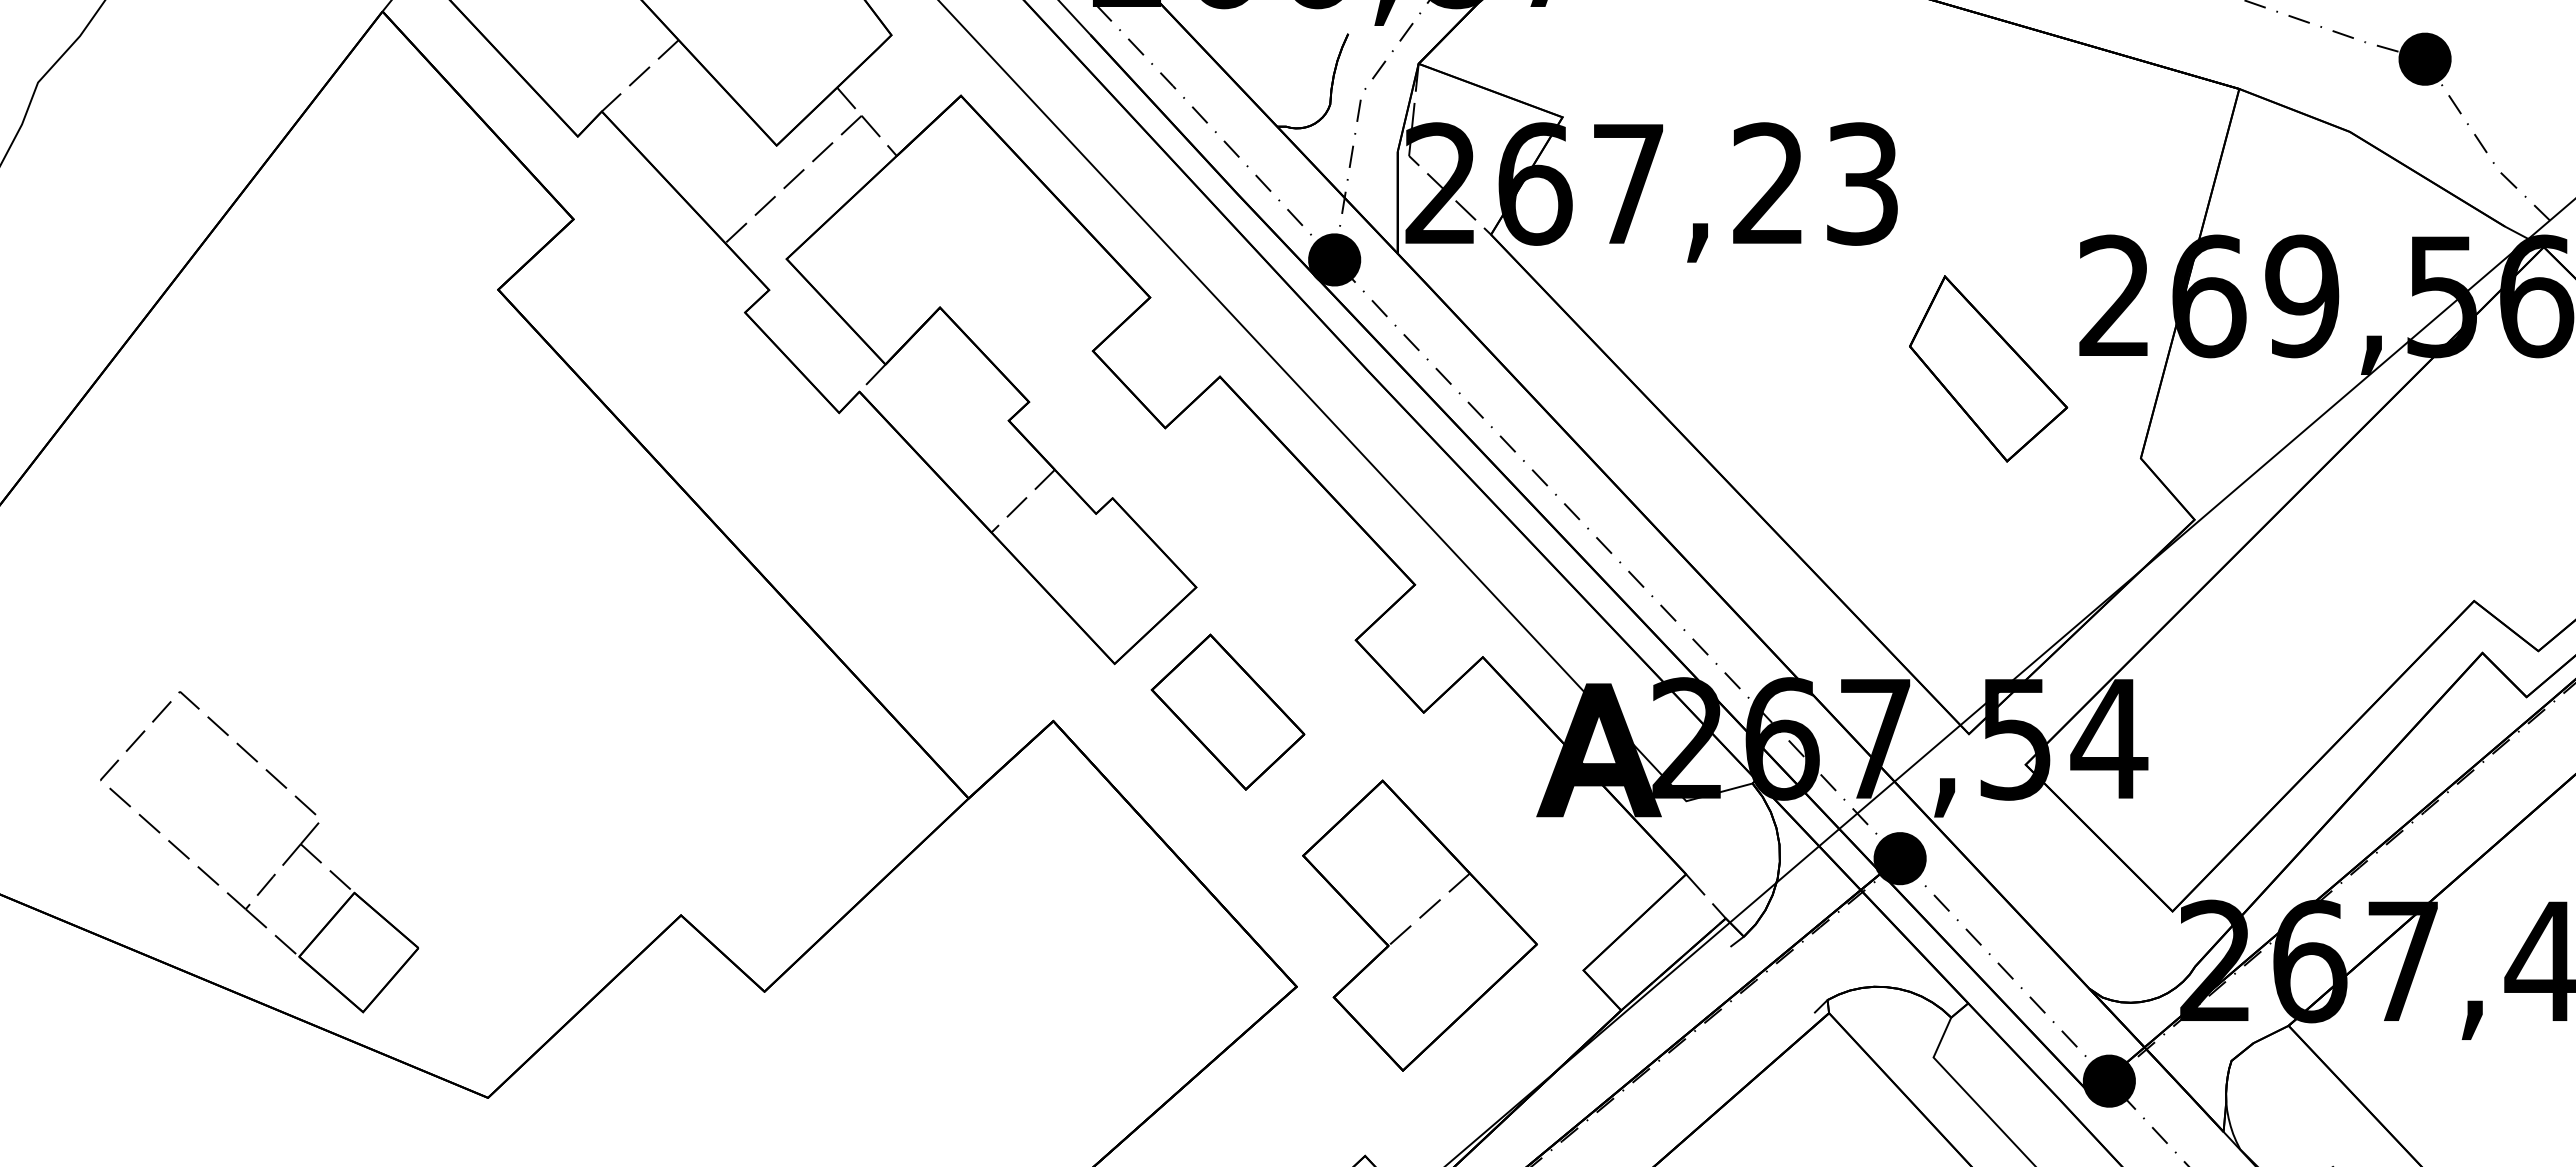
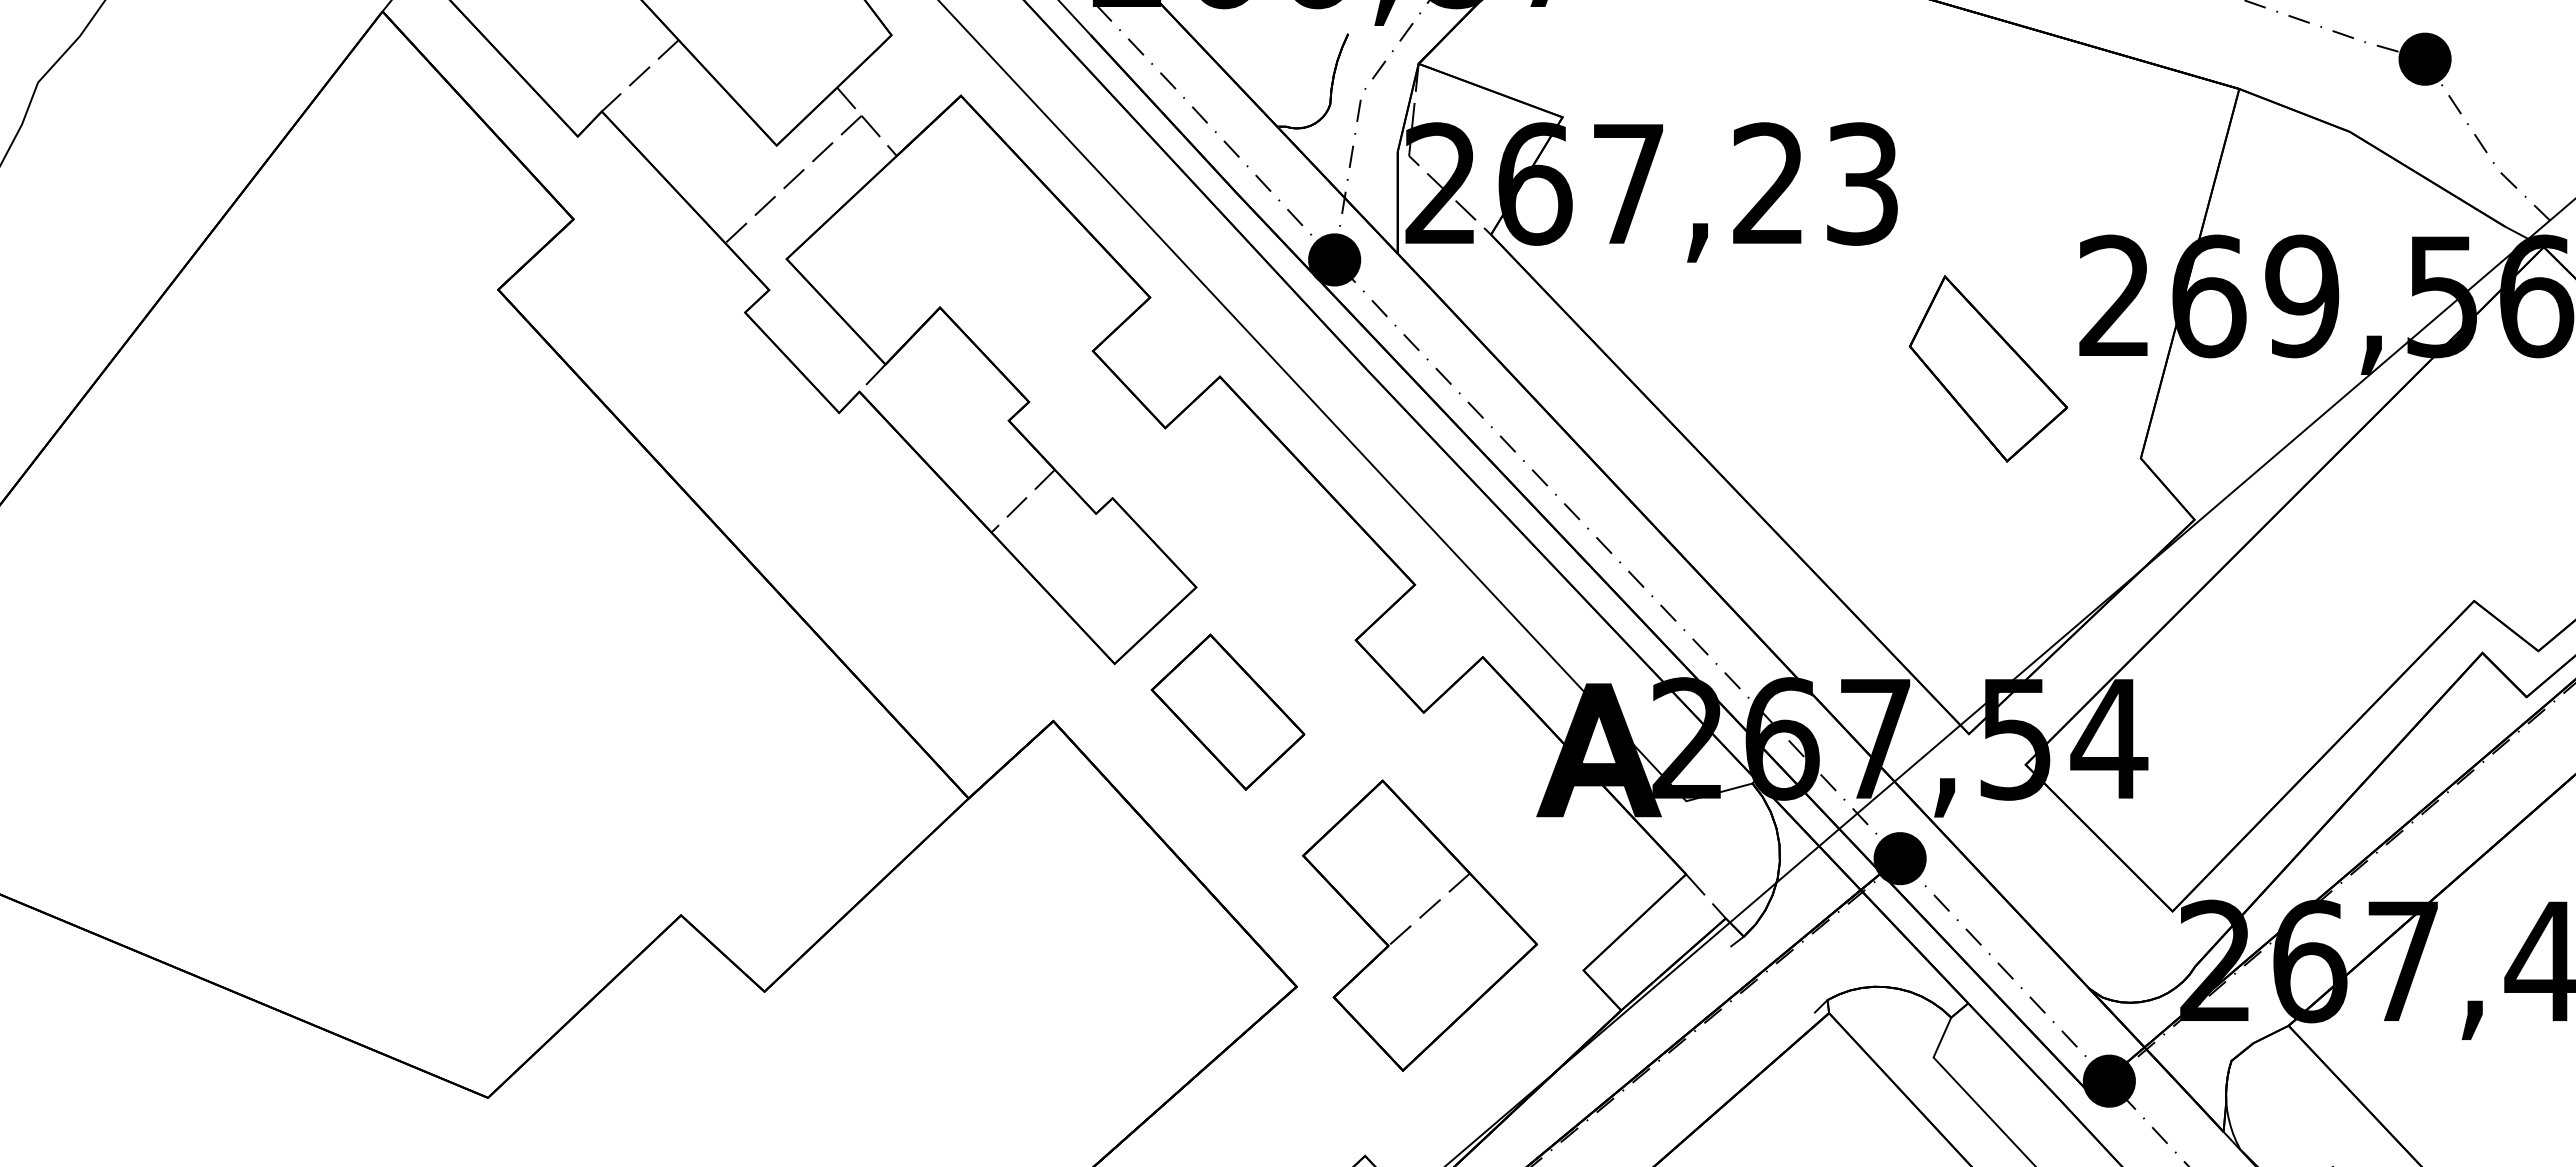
part at (274, 873): present -> none
